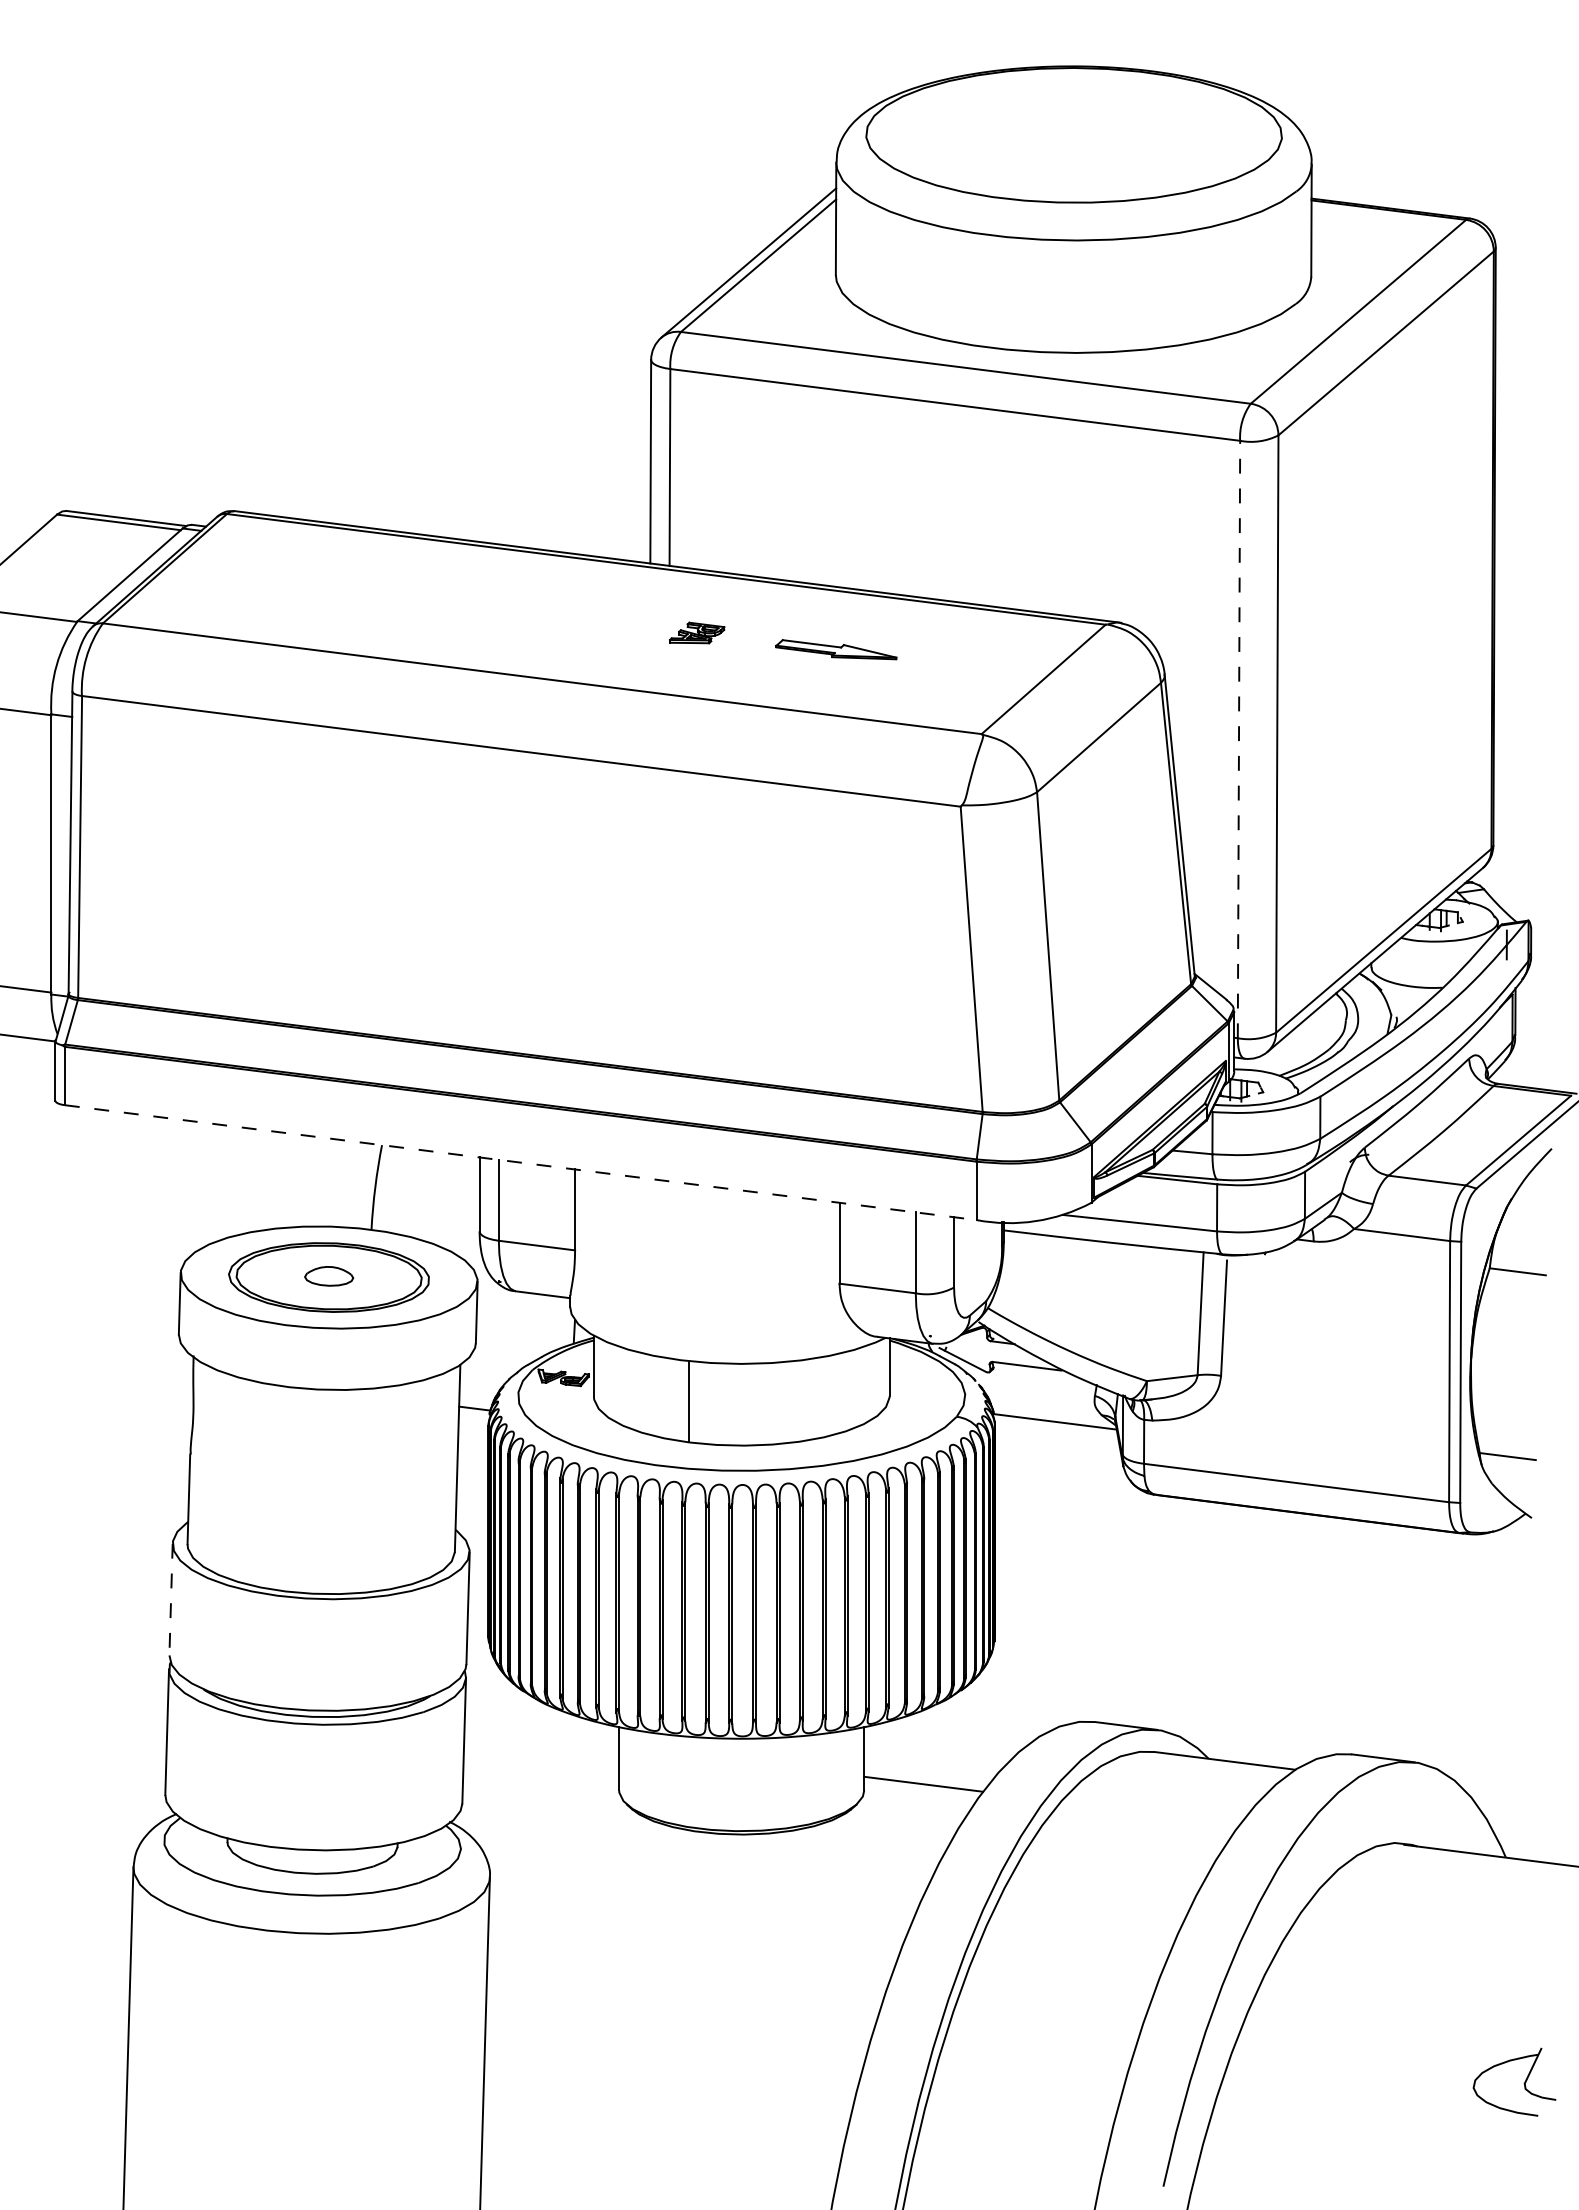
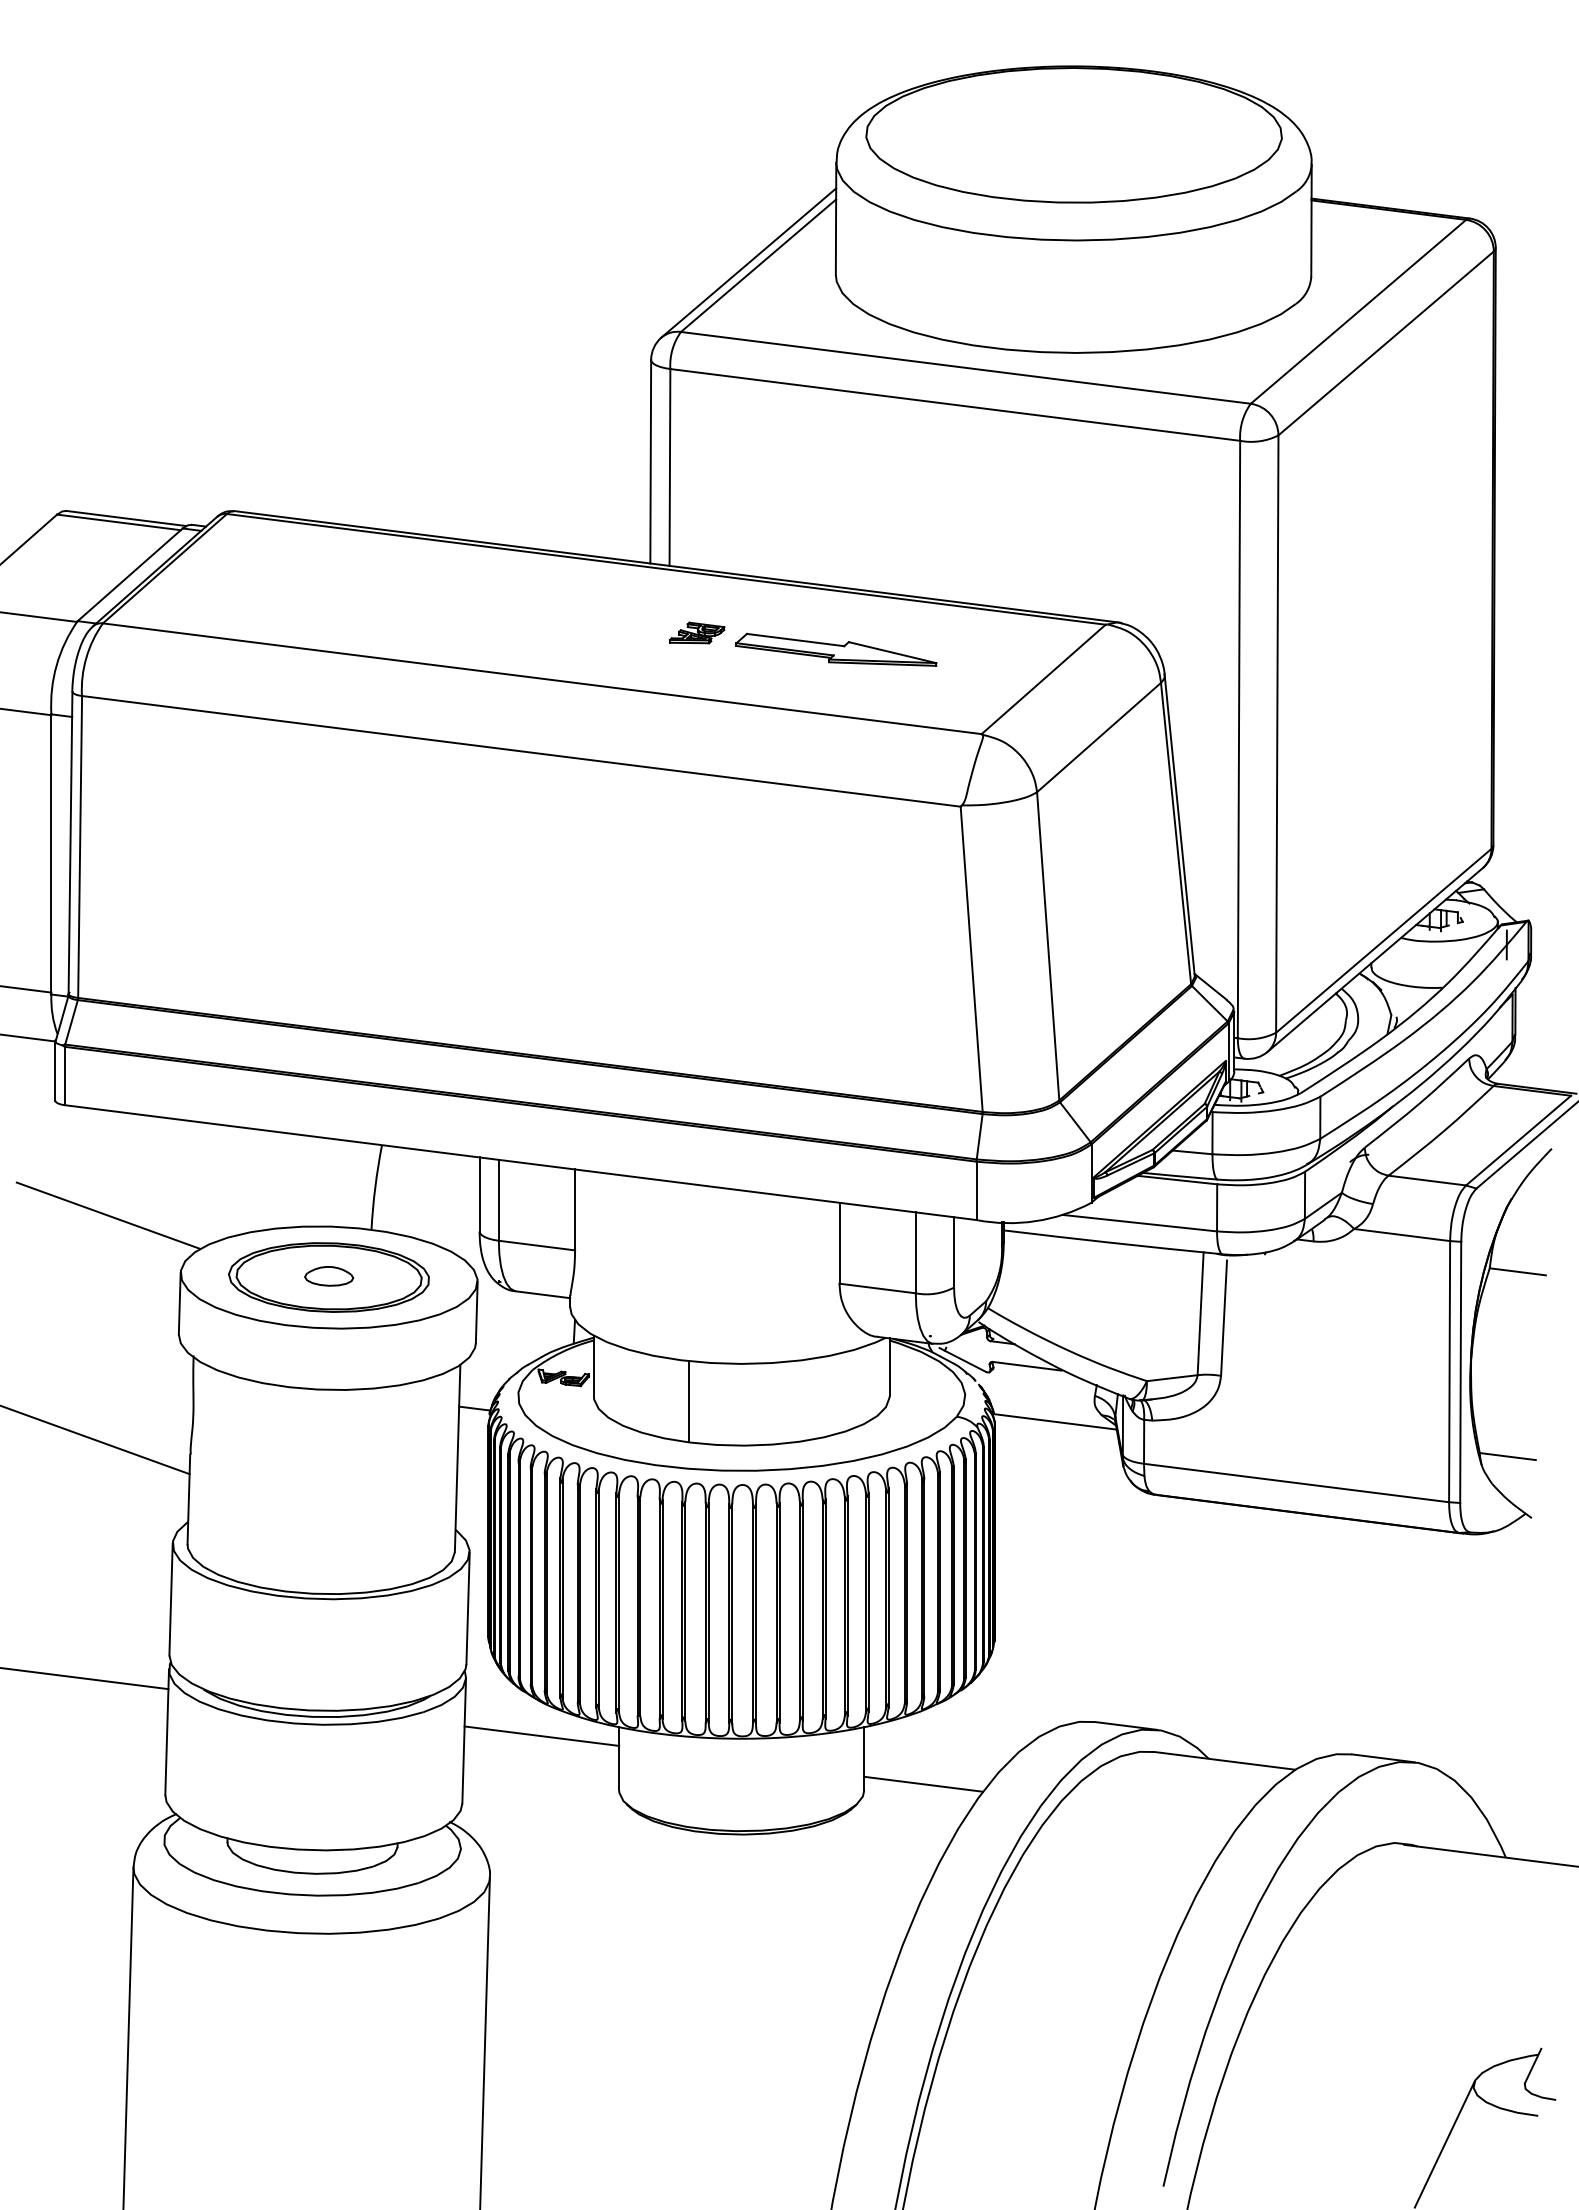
part at (836, 649) size: 123x22 px -> 203x35 px
line at (1238, 739): dashed -> solid
line at (521, 1162): dashed -> solid
line at (108, 1215): none -> present
line at (95, 1440): none -> present
line at (171, 1599): dashed -> solid
line at (85, 1678): none -> present
line at (541, 1735): none -> present
line at (1444, 2143): none -> present
